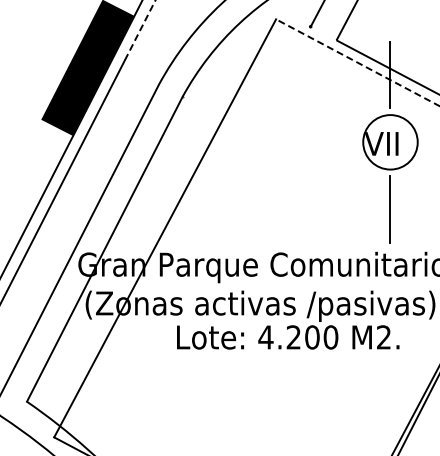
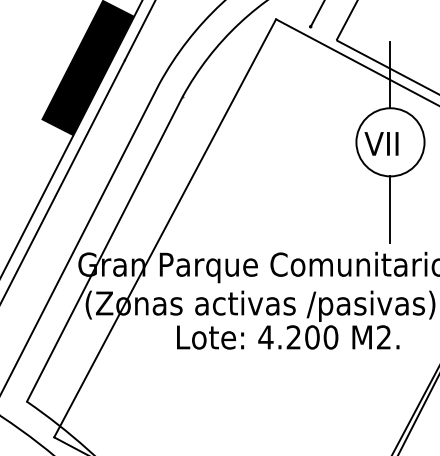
line at (140, 30): dashed -> solid
line at (357, 62): dashed -> solid
circle at (390, 142) diameter: 54 px -> 68 px
